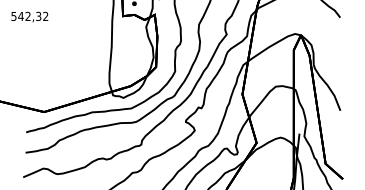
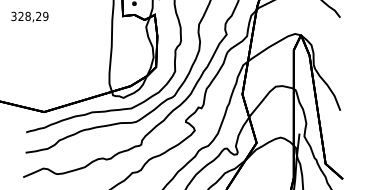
text at (29, 16): 542,32 -> 328,29
